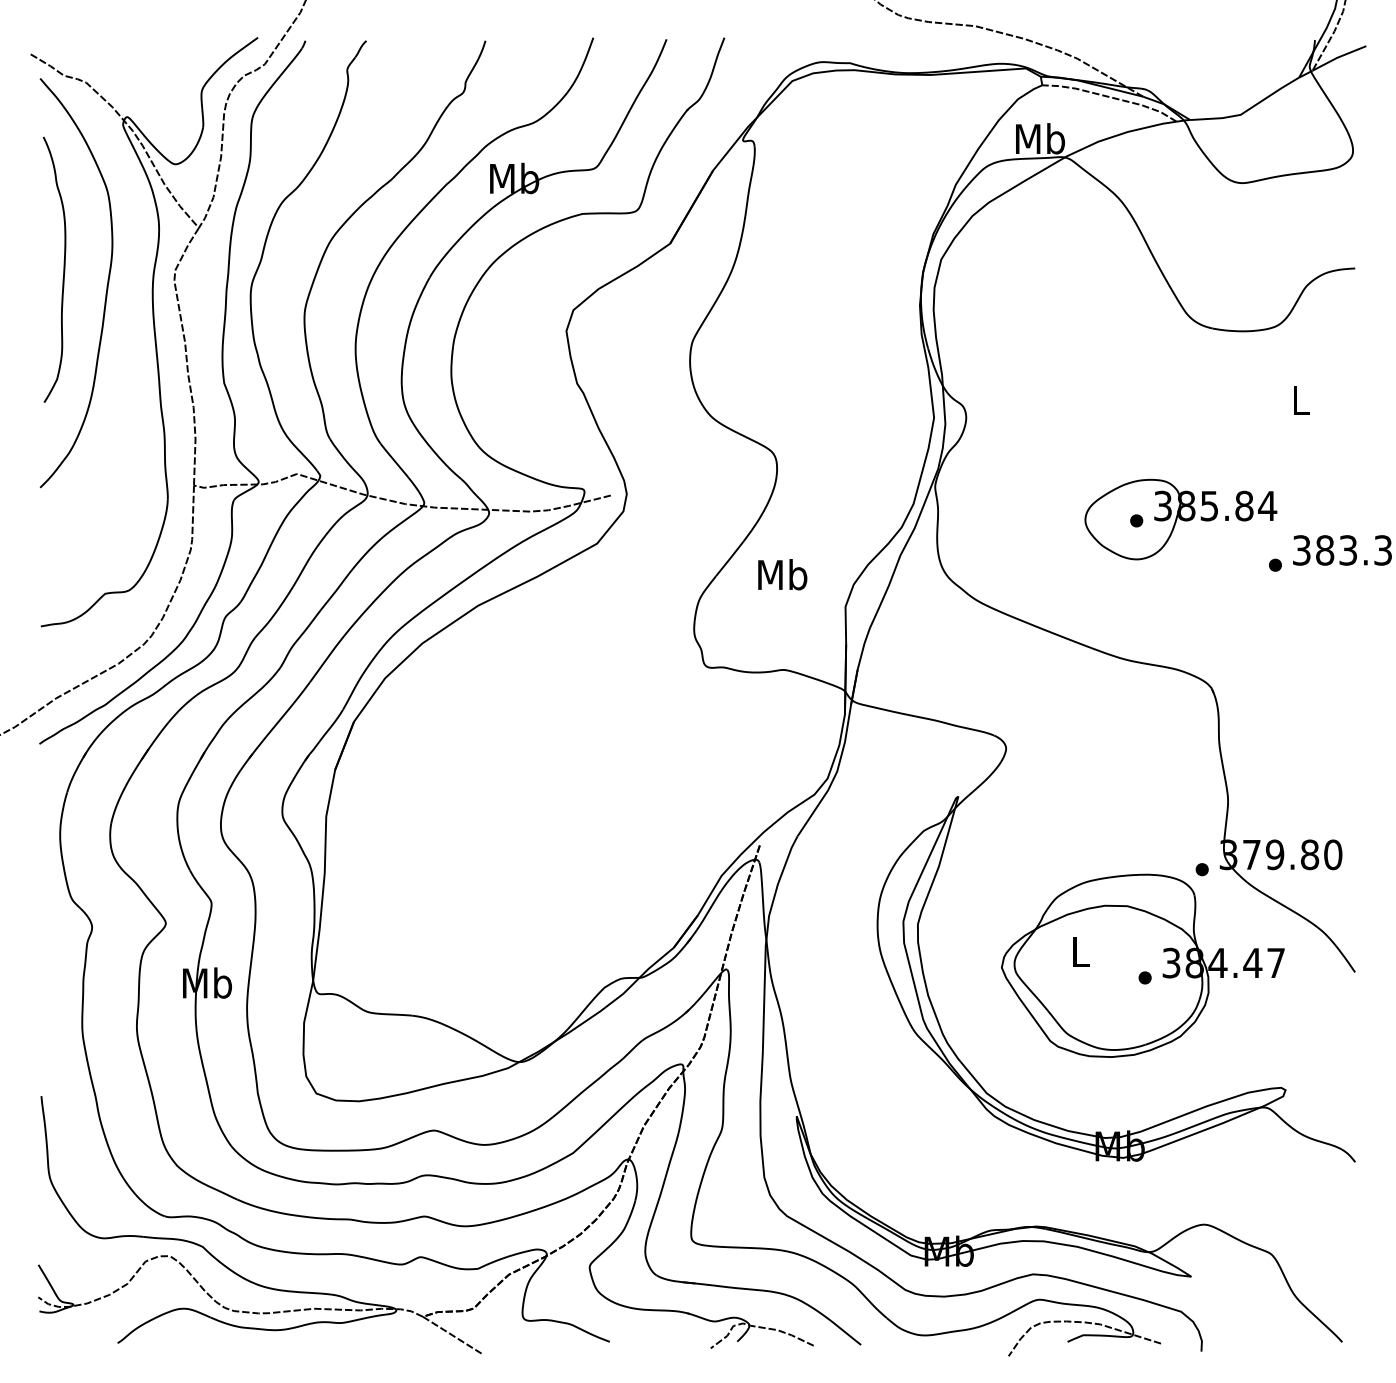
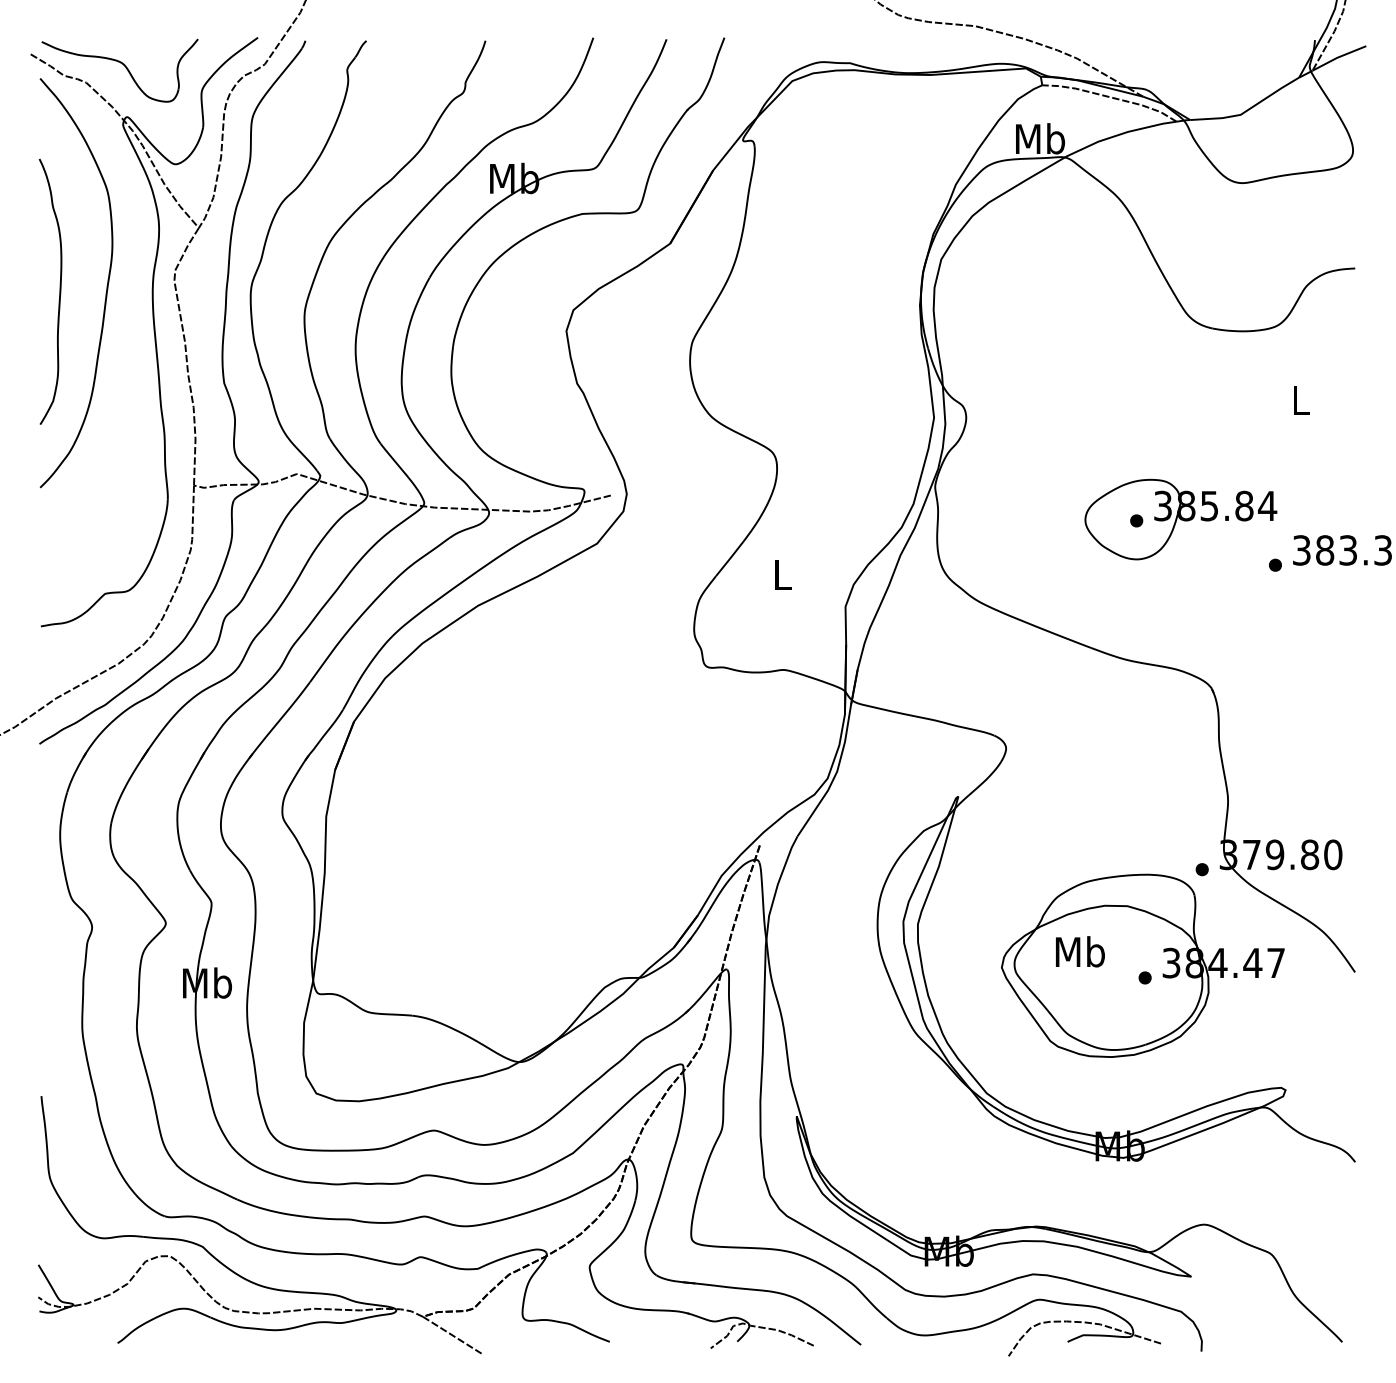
part at (125, 68): none -> present
curve at (63, 269) position: (63, 269) -> (59, 291)
text at (782, 574): Mb -> L
text at (1080, 951): L -> Mb
